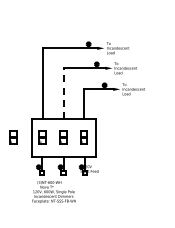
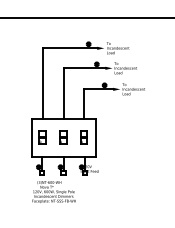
line at (86, 18): none -> present
line at (63, 93): dashed -> solid
part at (13, 137): present -> none
